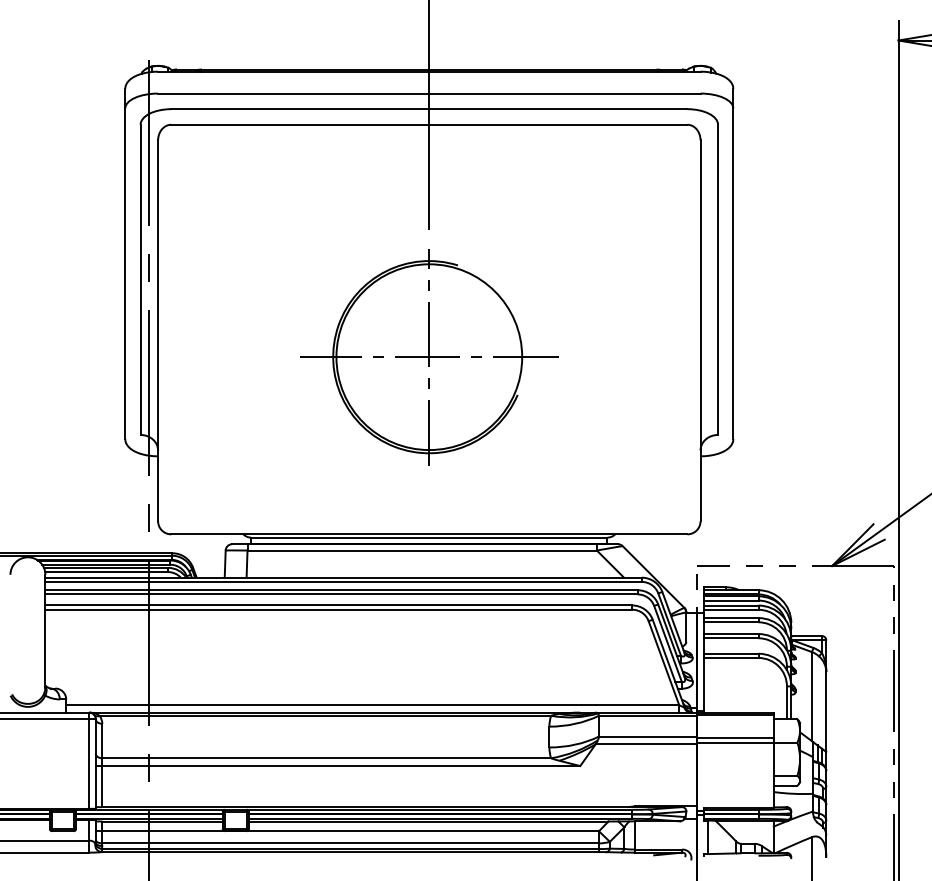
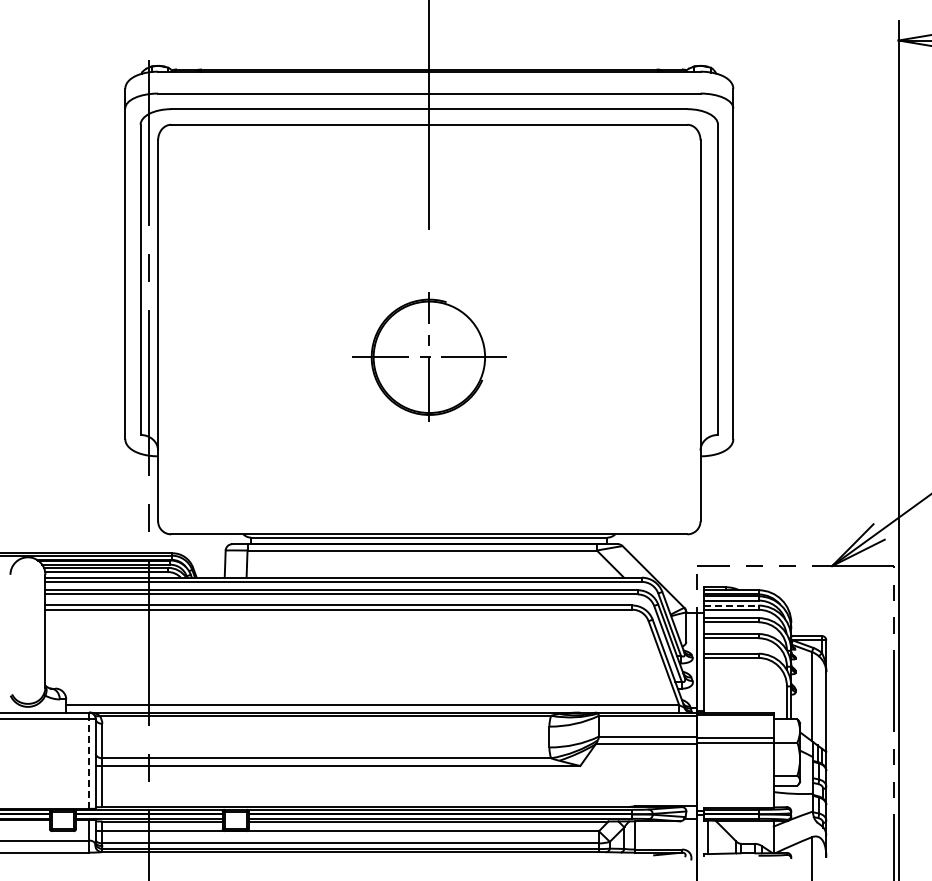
part at (429, 357) size: 259x217 px -> 155x130 px
line at (731, 605): solid -> dashed
line at (89, 764): solid -> dashed
